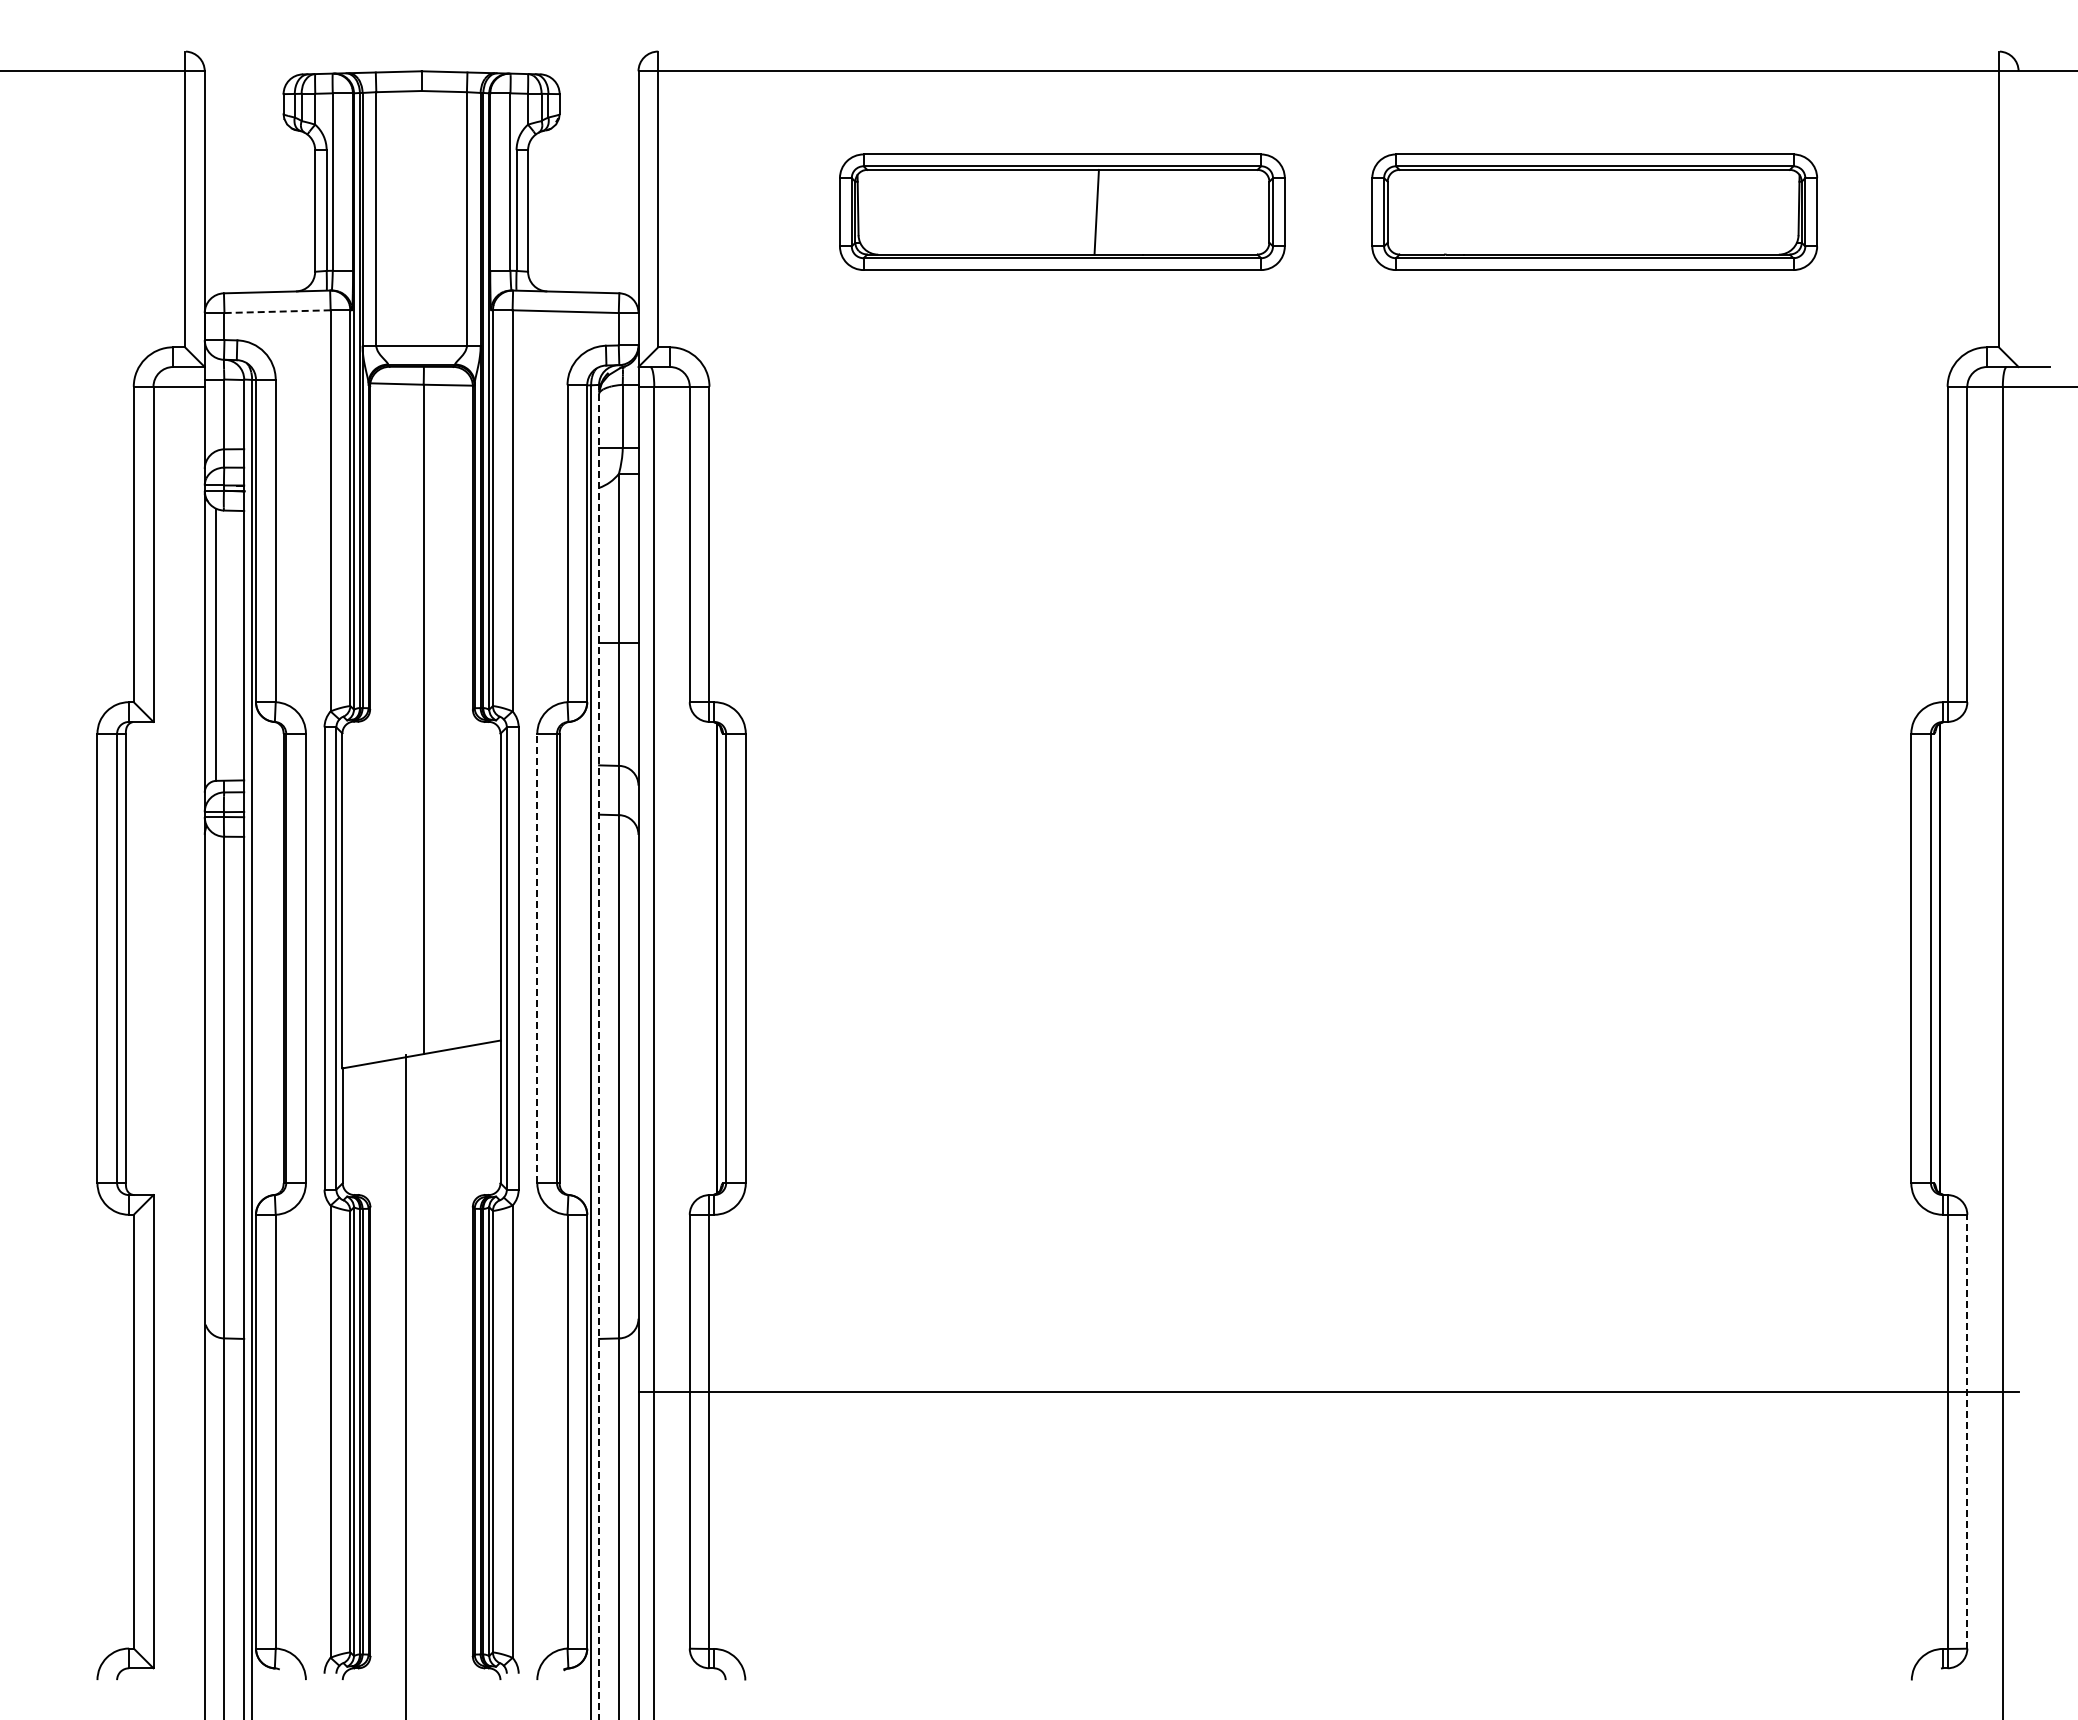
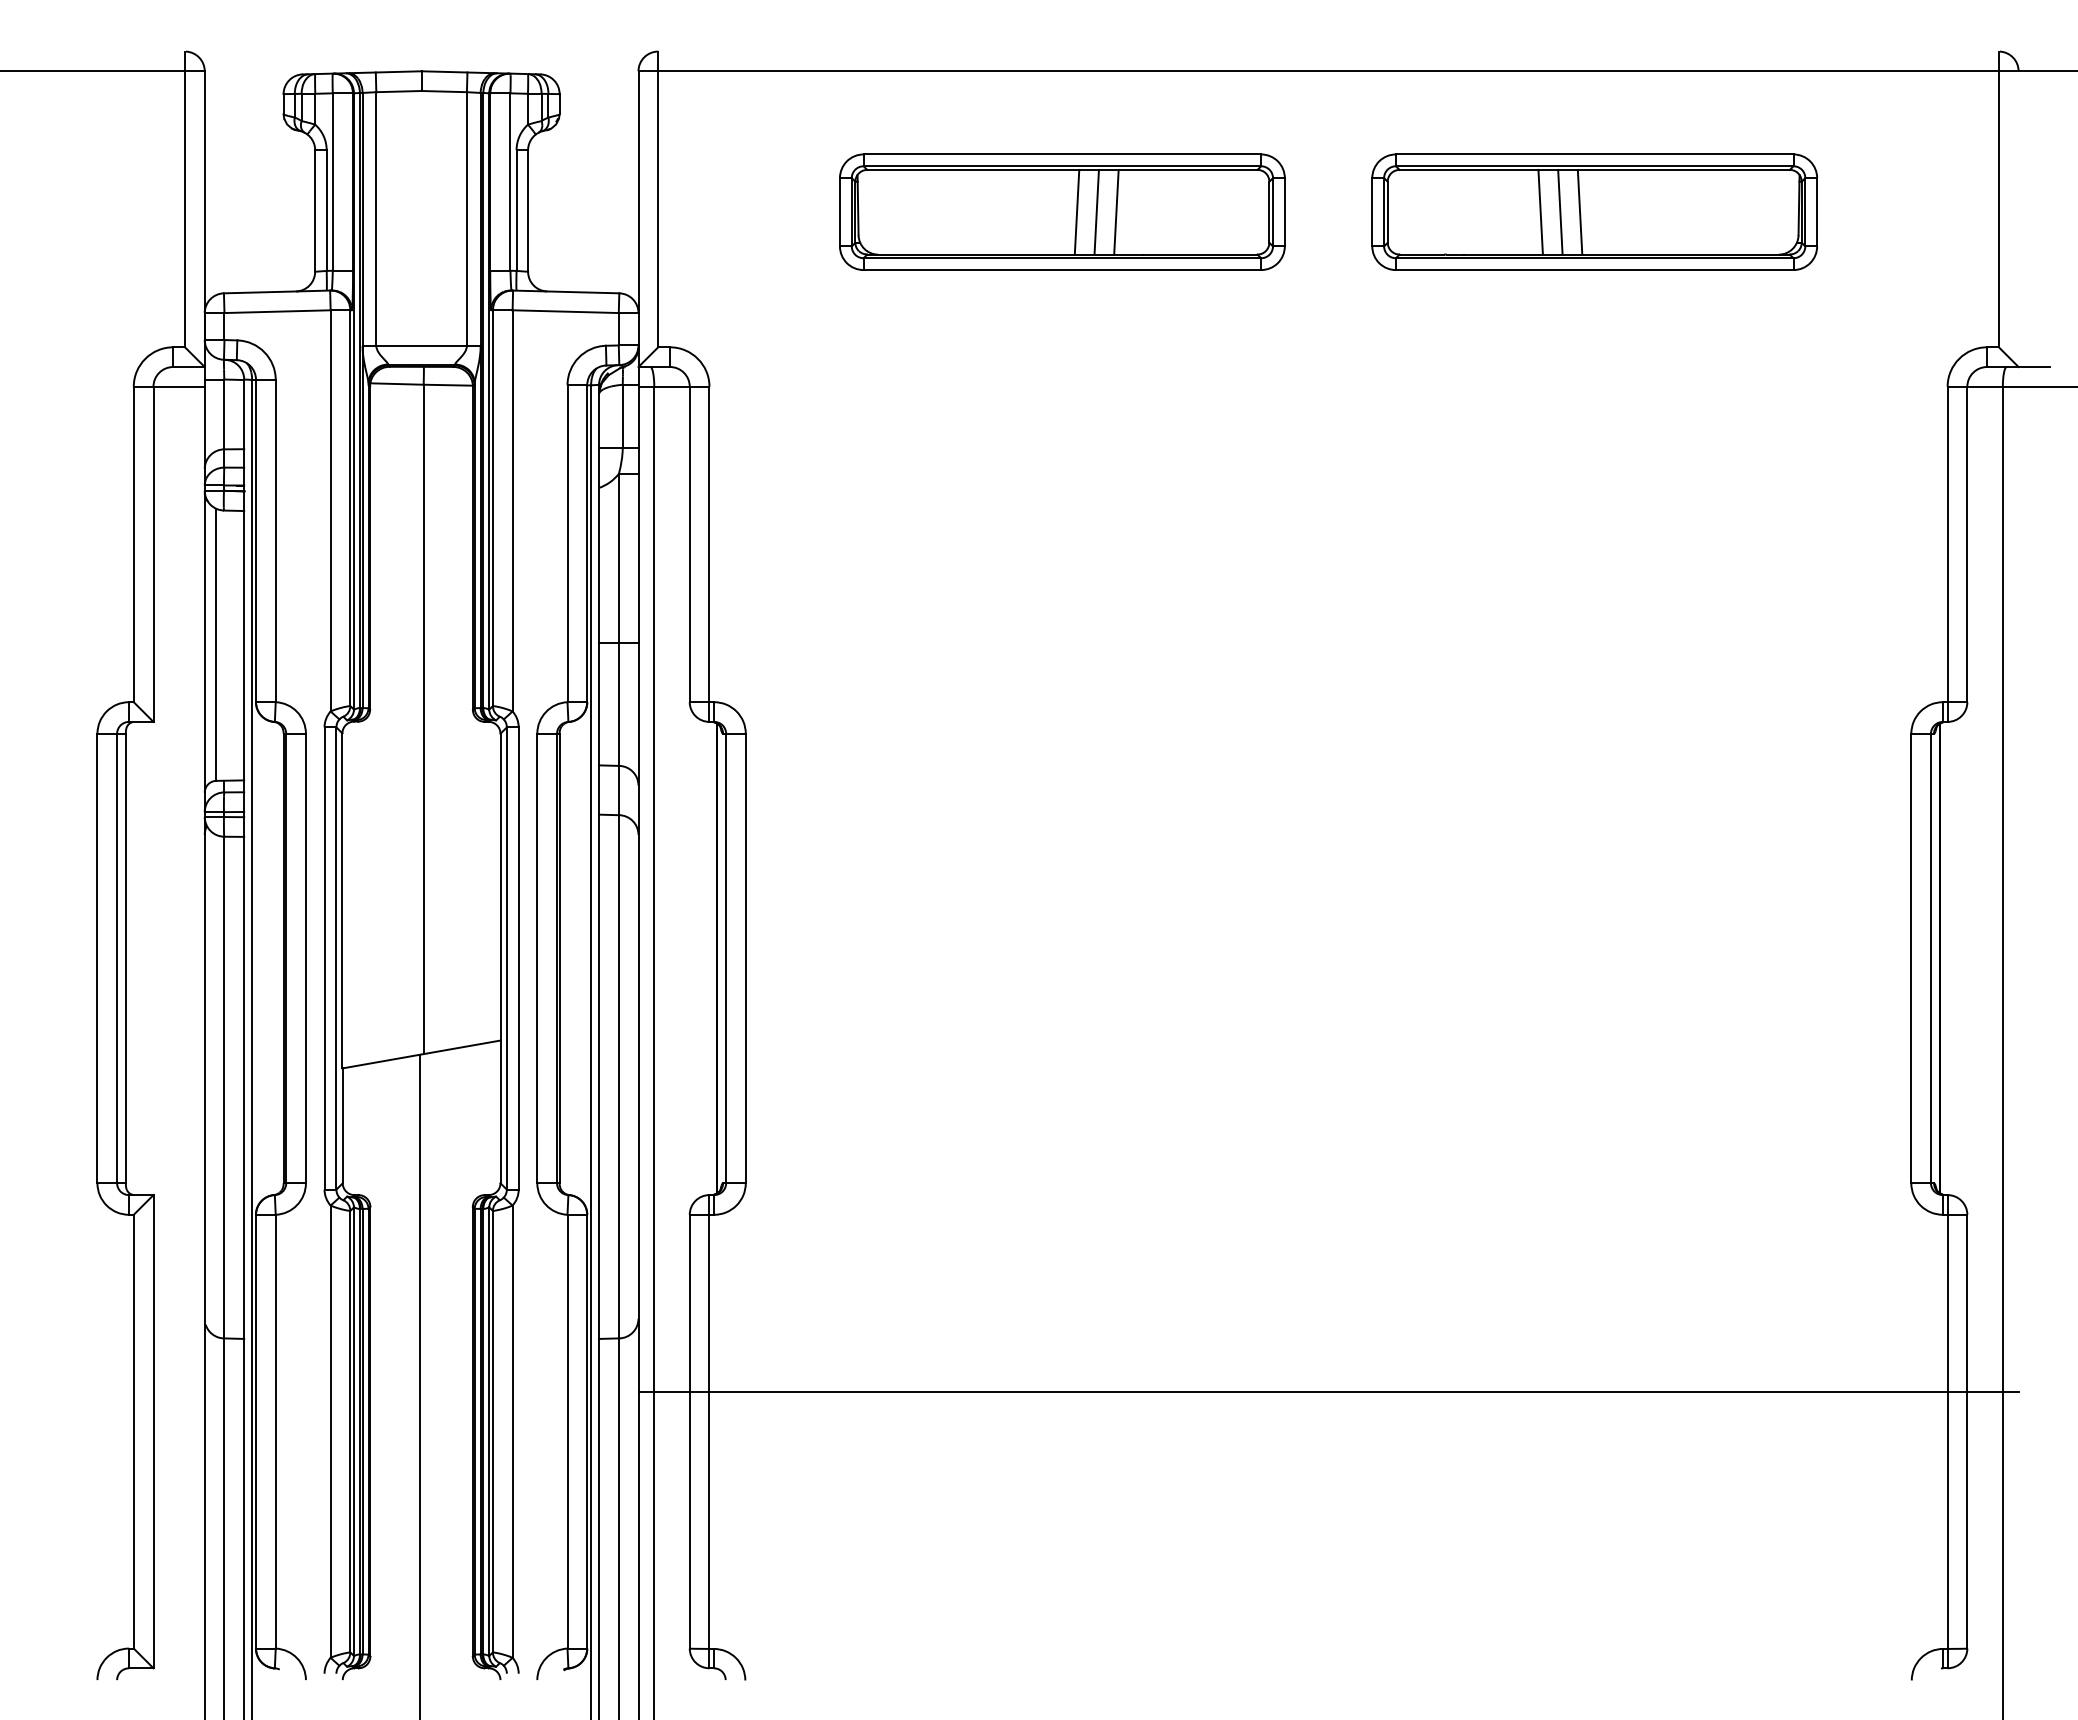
line at (1076, 211): none -> present
line at (1116, 211): none -> present
line at (1540, 211): none -> present
line at (1560, 211): none -> present
line at (1579, 211): none -> present
line at (277, 311): dashed -> solid
line at (537, 958): dashed -> solid
line at (599, 1051): dashed -> solid
line at (405, 1385) position: (405, 1385) -> (419, 1385)
line at (1967, 1431): dashed -> solid
